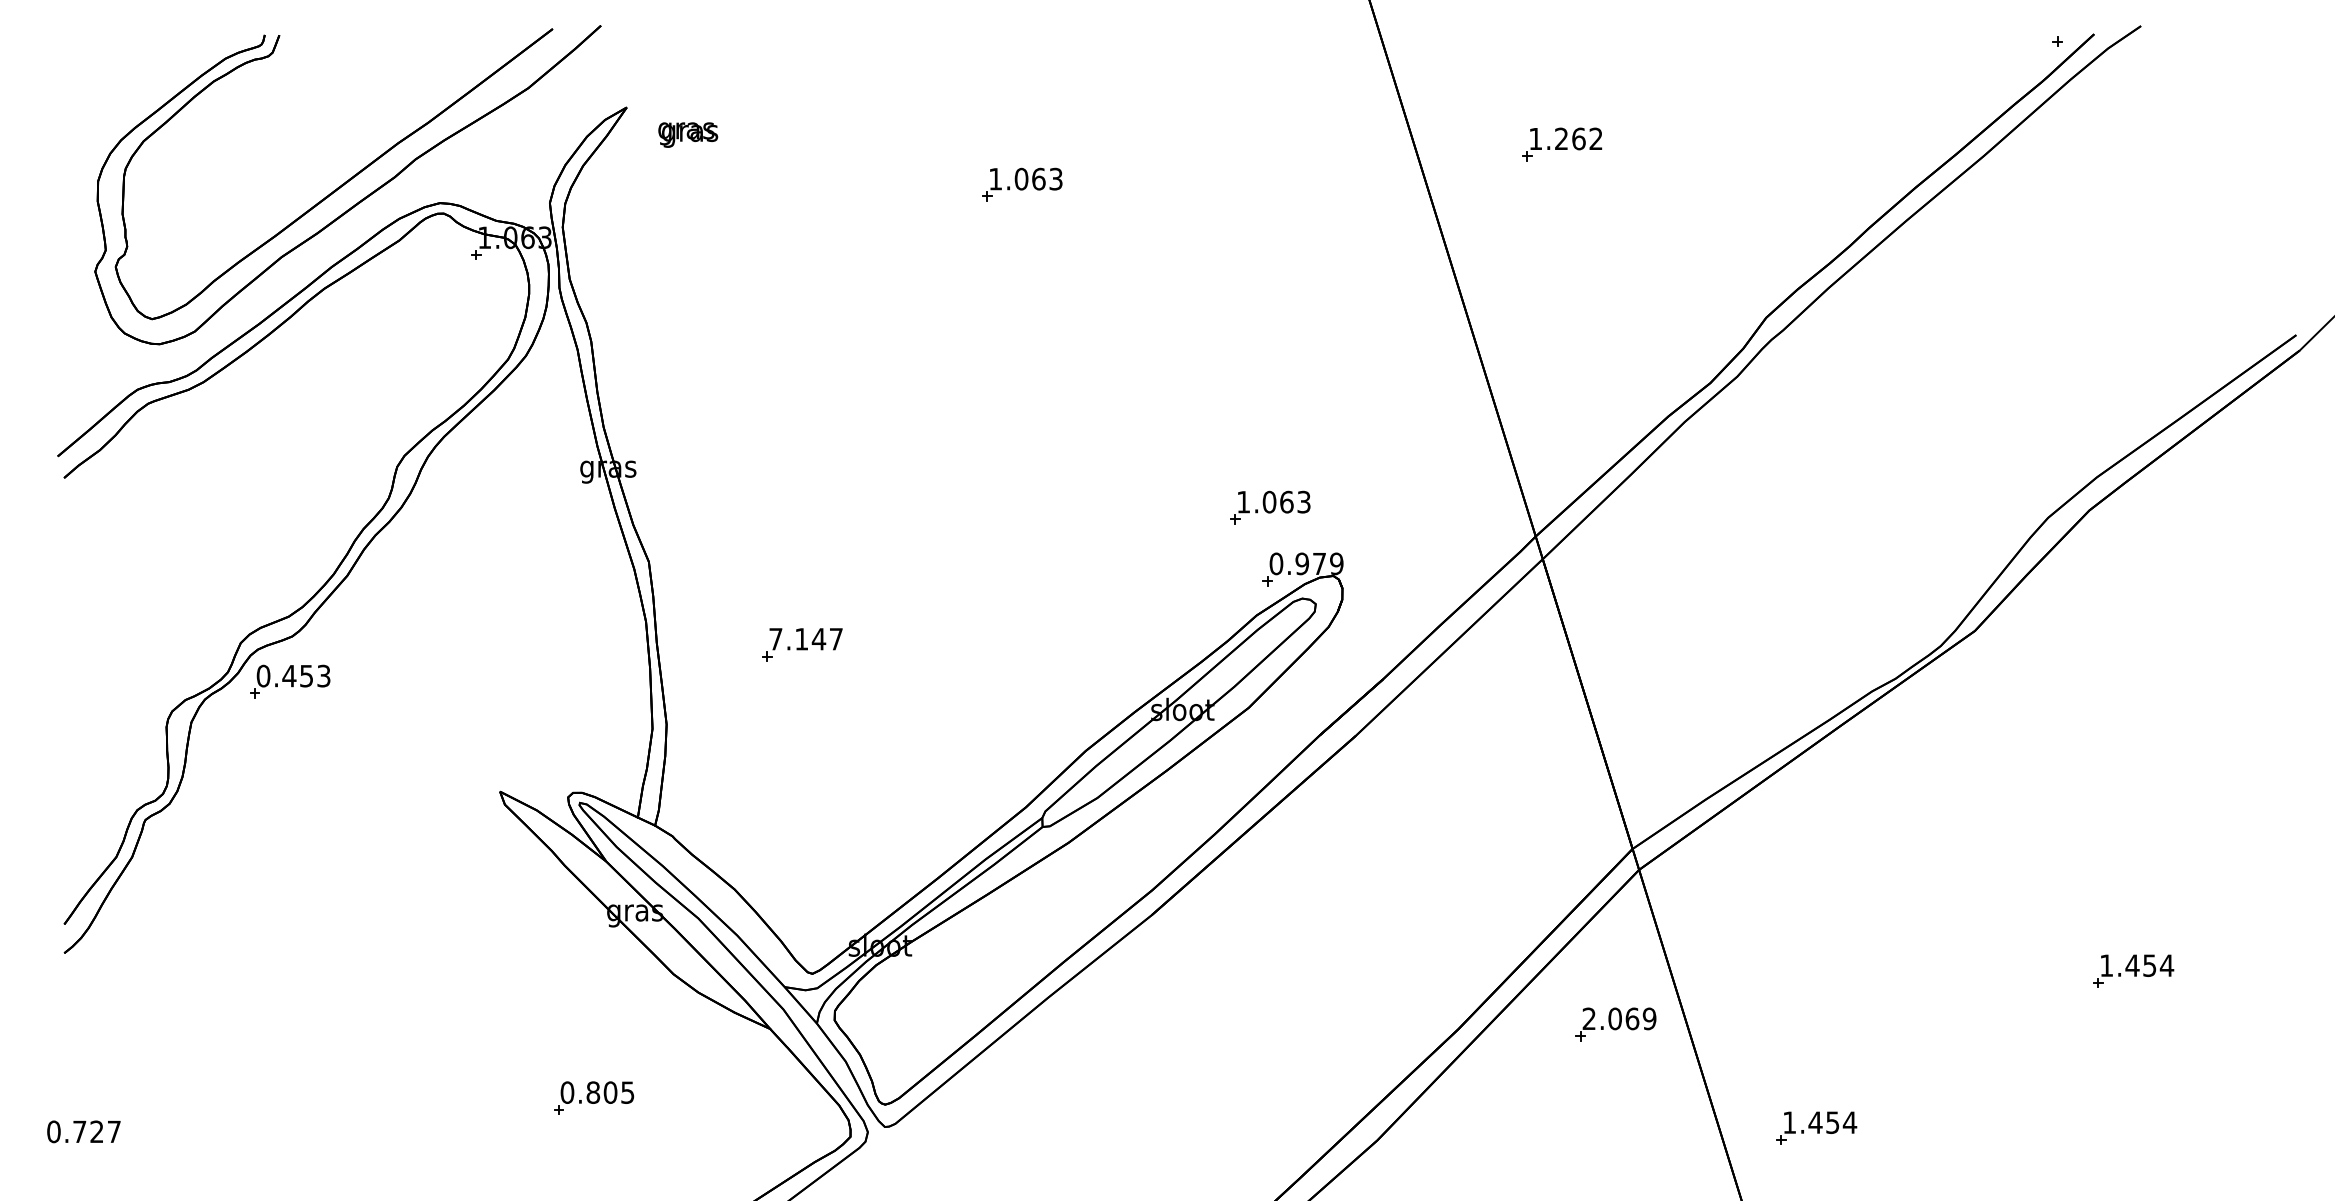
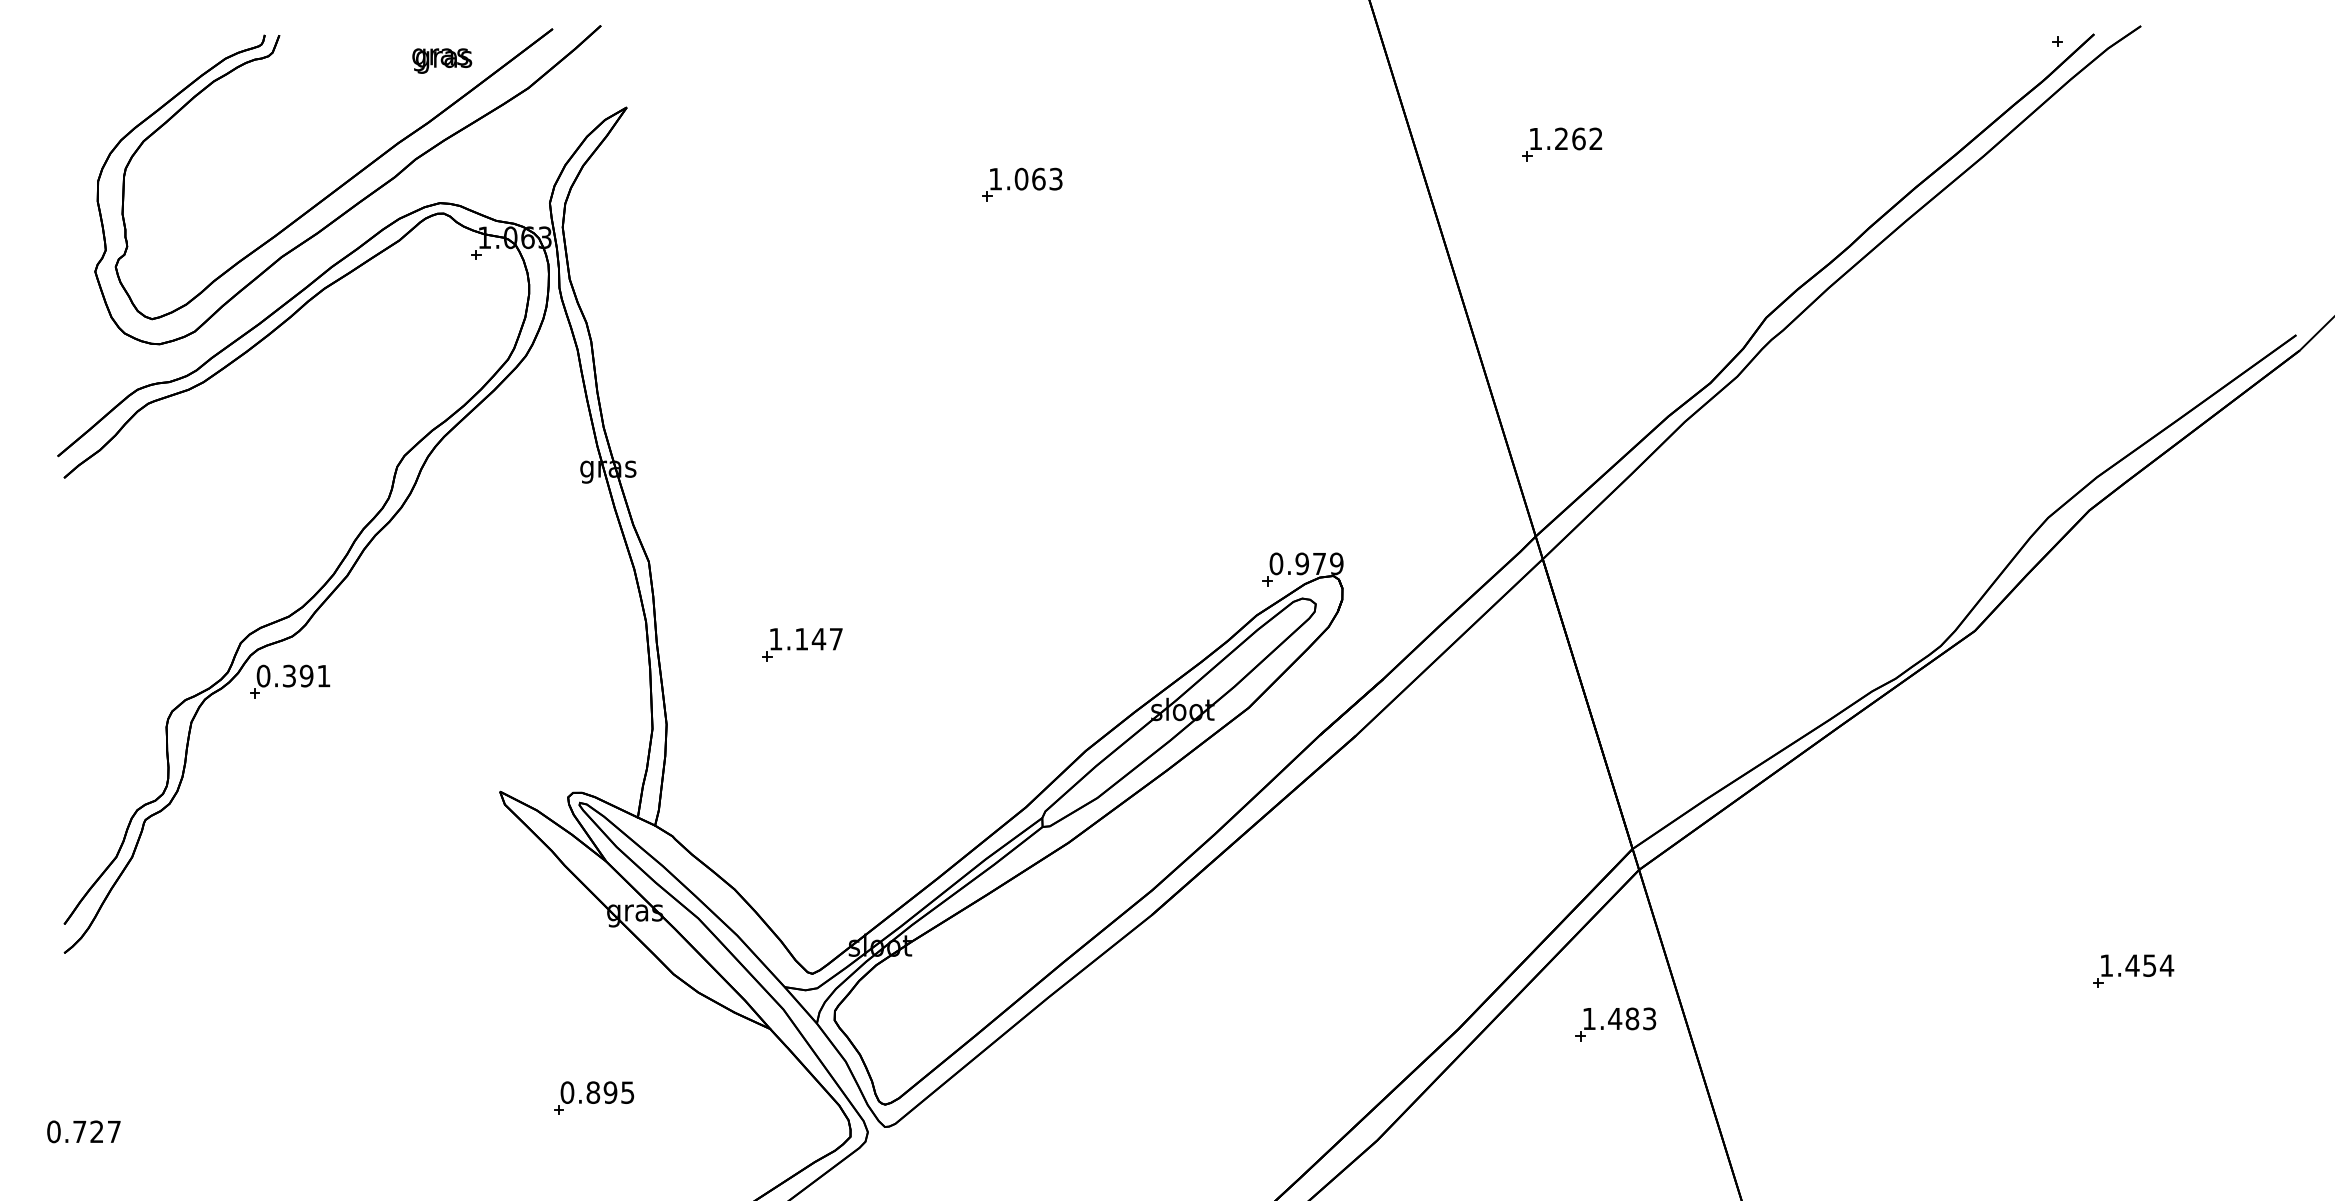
text at (688, 134) position: (688, 134) -> (442, 60)
part at (1270, 507): present -> none
text at (775, 639): 7.147 -> 1.147
text at (306, 675): 0.453 -> 0.391
text at (1619, 1018): 2.069 -> 1.483
text at (610, 1092): 0.805 -> 0.895
part at (1816, 1127): present -> none
